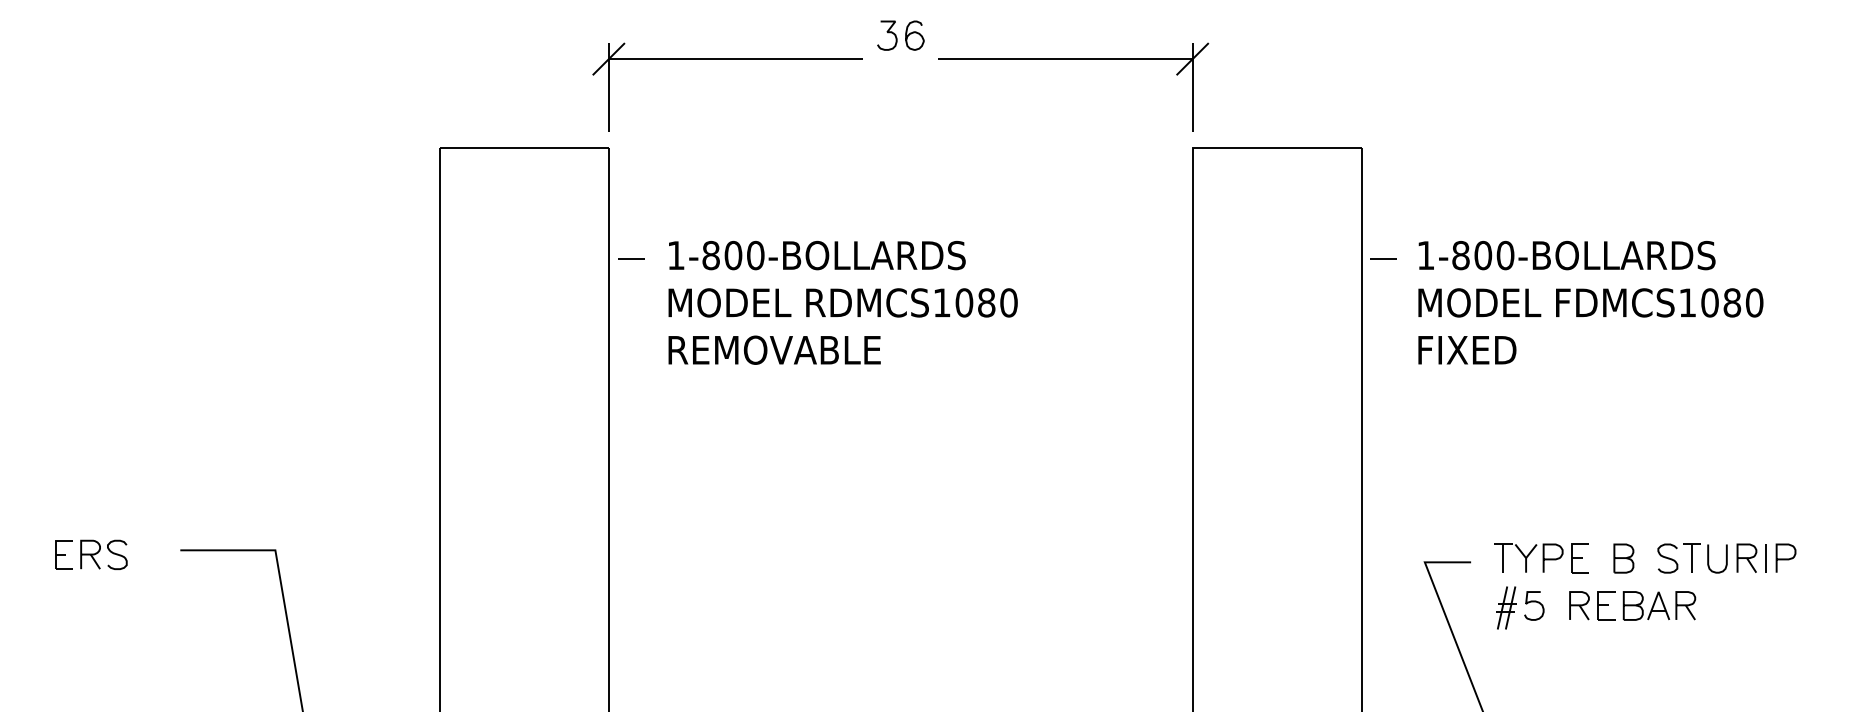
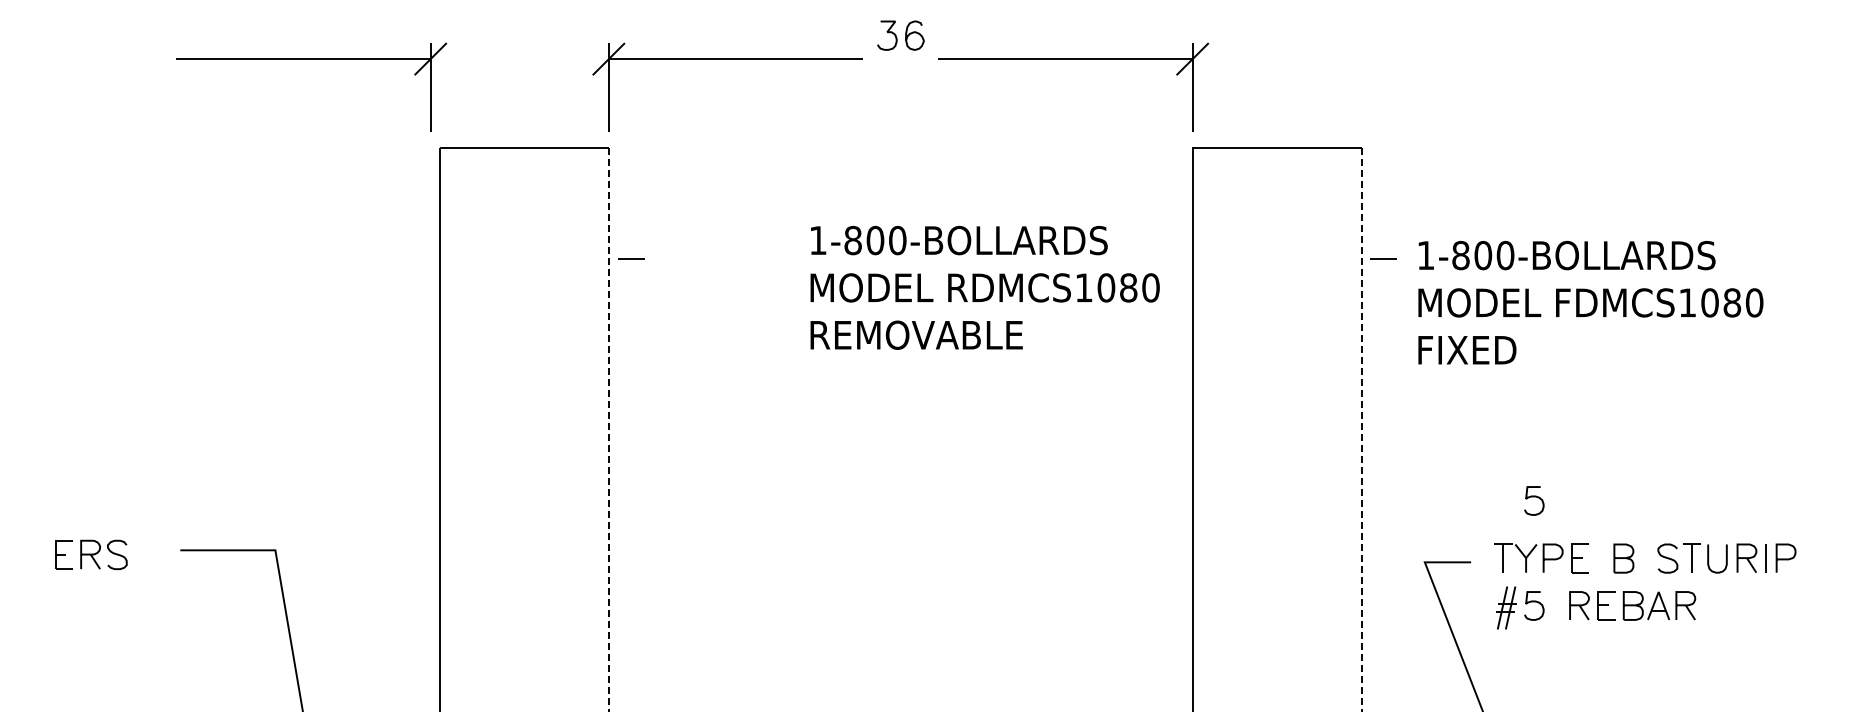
part at (311, 59): none -> present
text at (842, 302) position: (842, 302) -> (984, 287)
line at (608, 429): solid -> dashed
line at (1361, 429): solid -> dashed
curve at (1534, 497): none -> present
